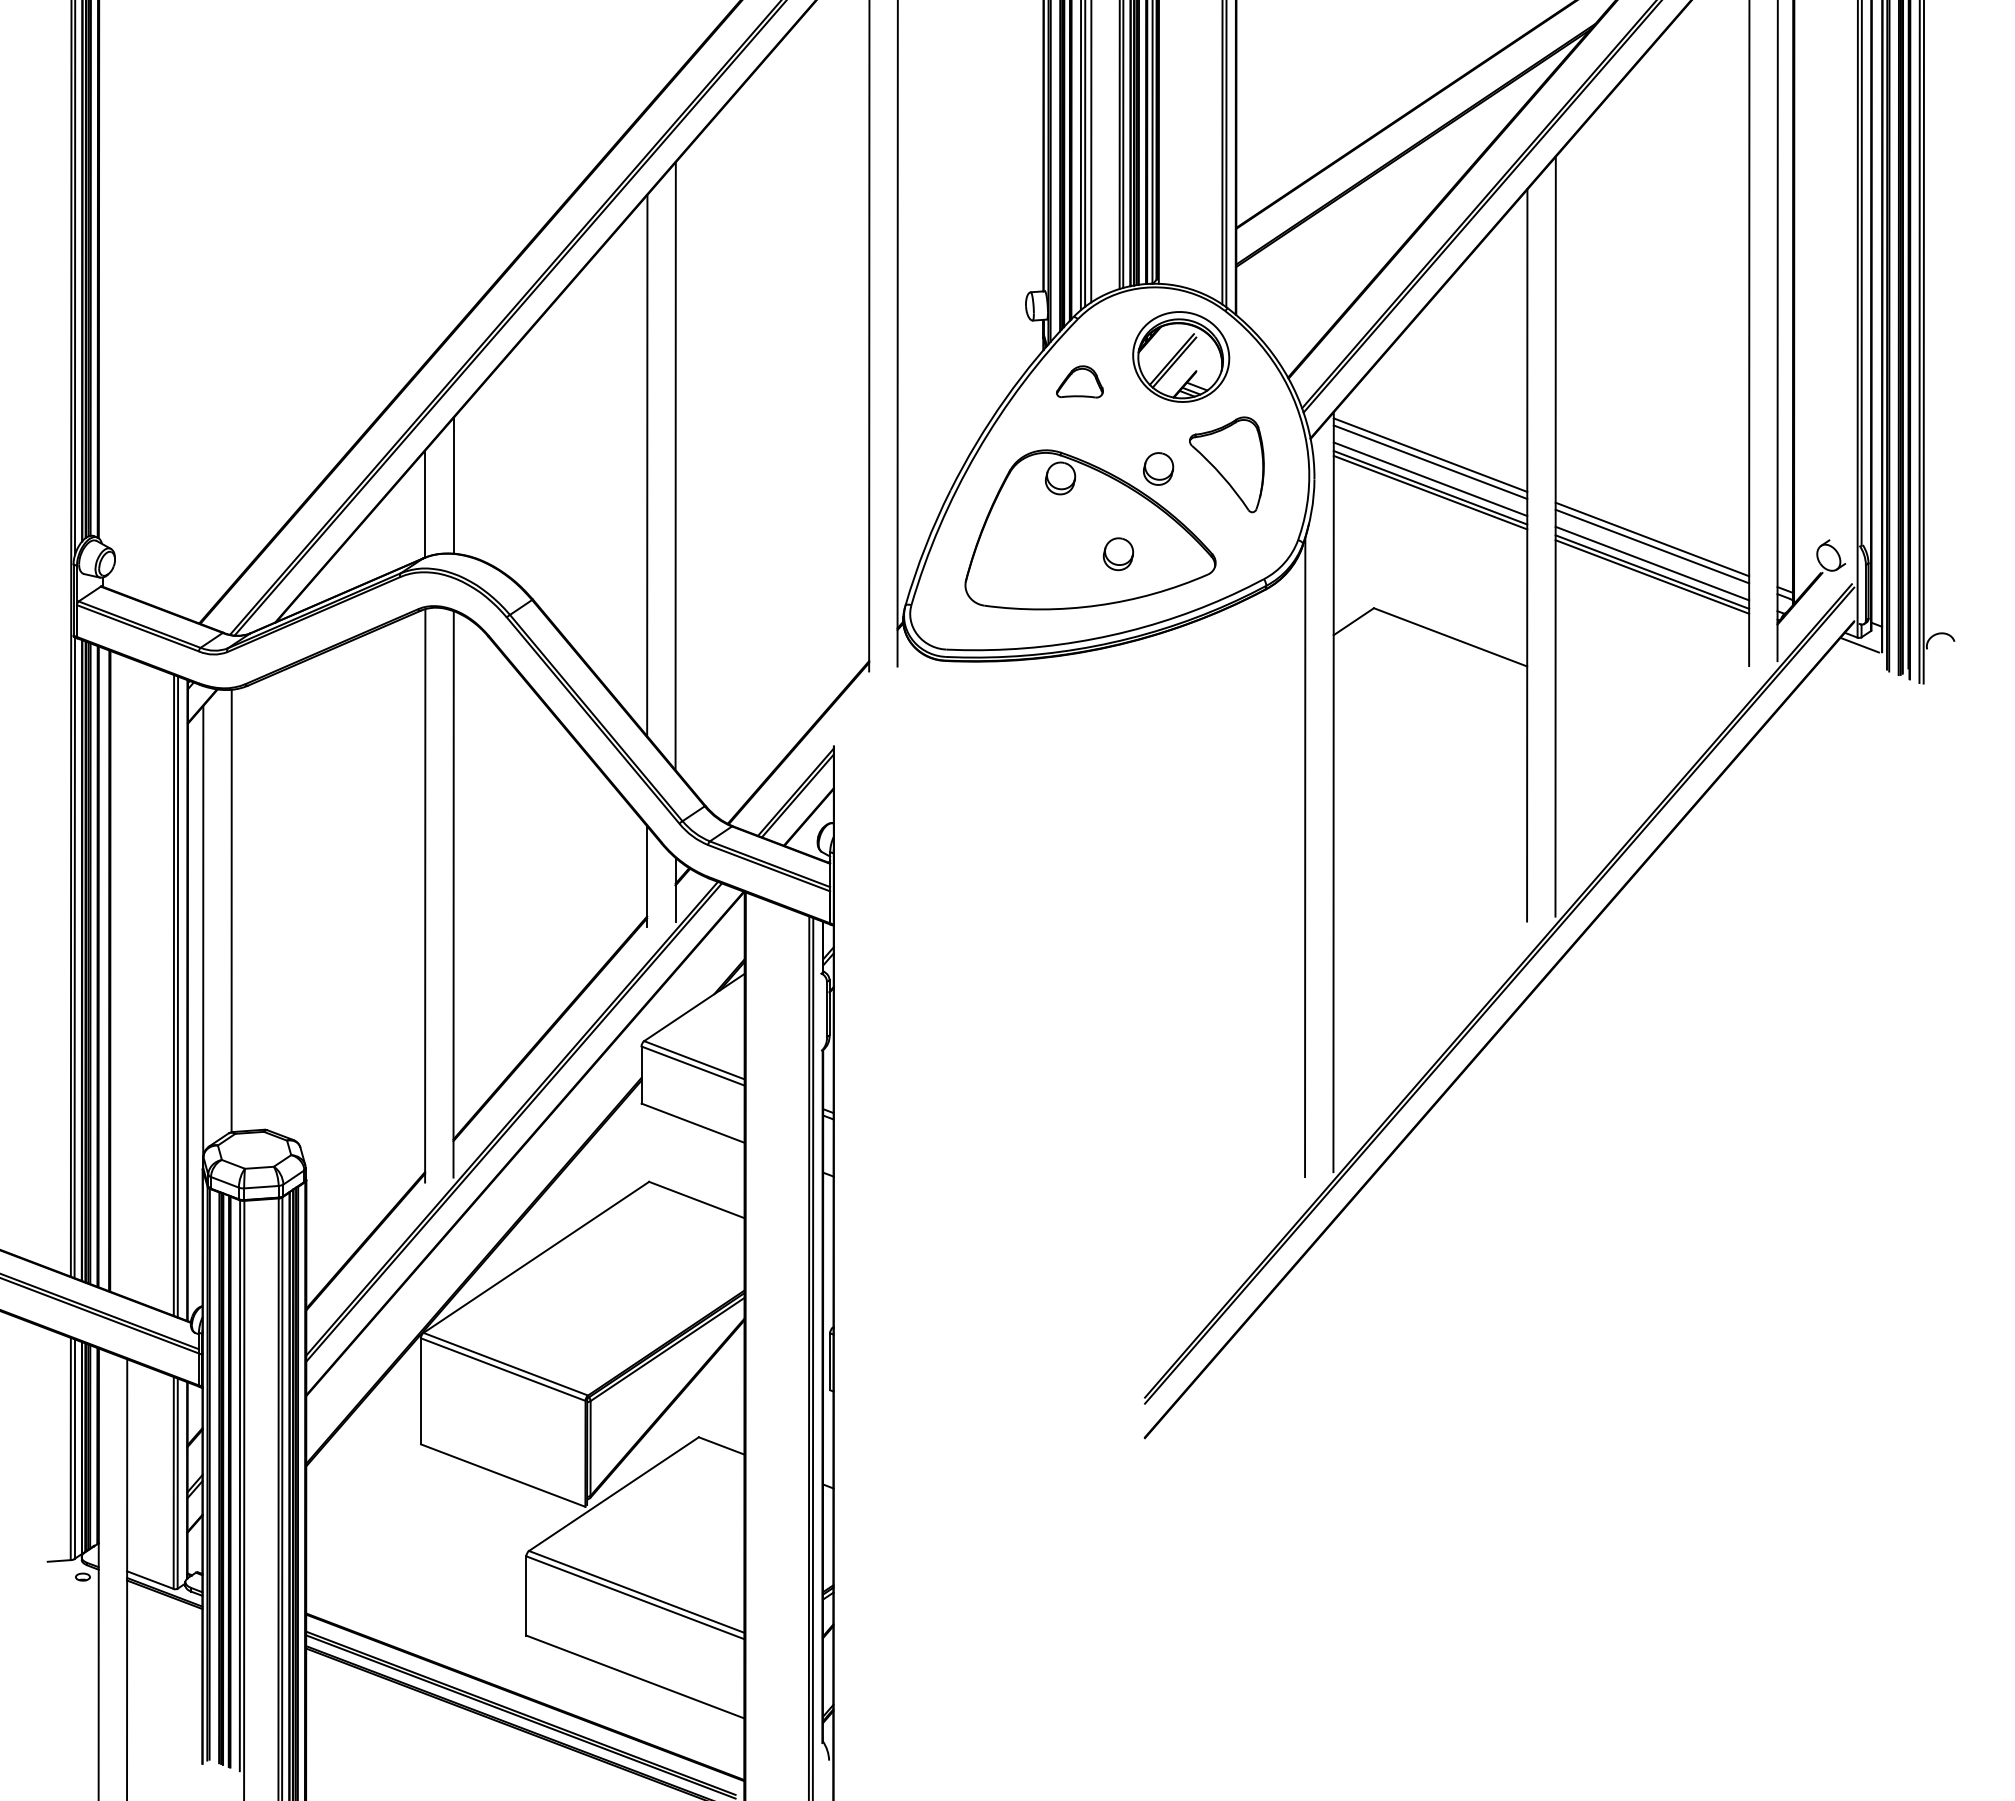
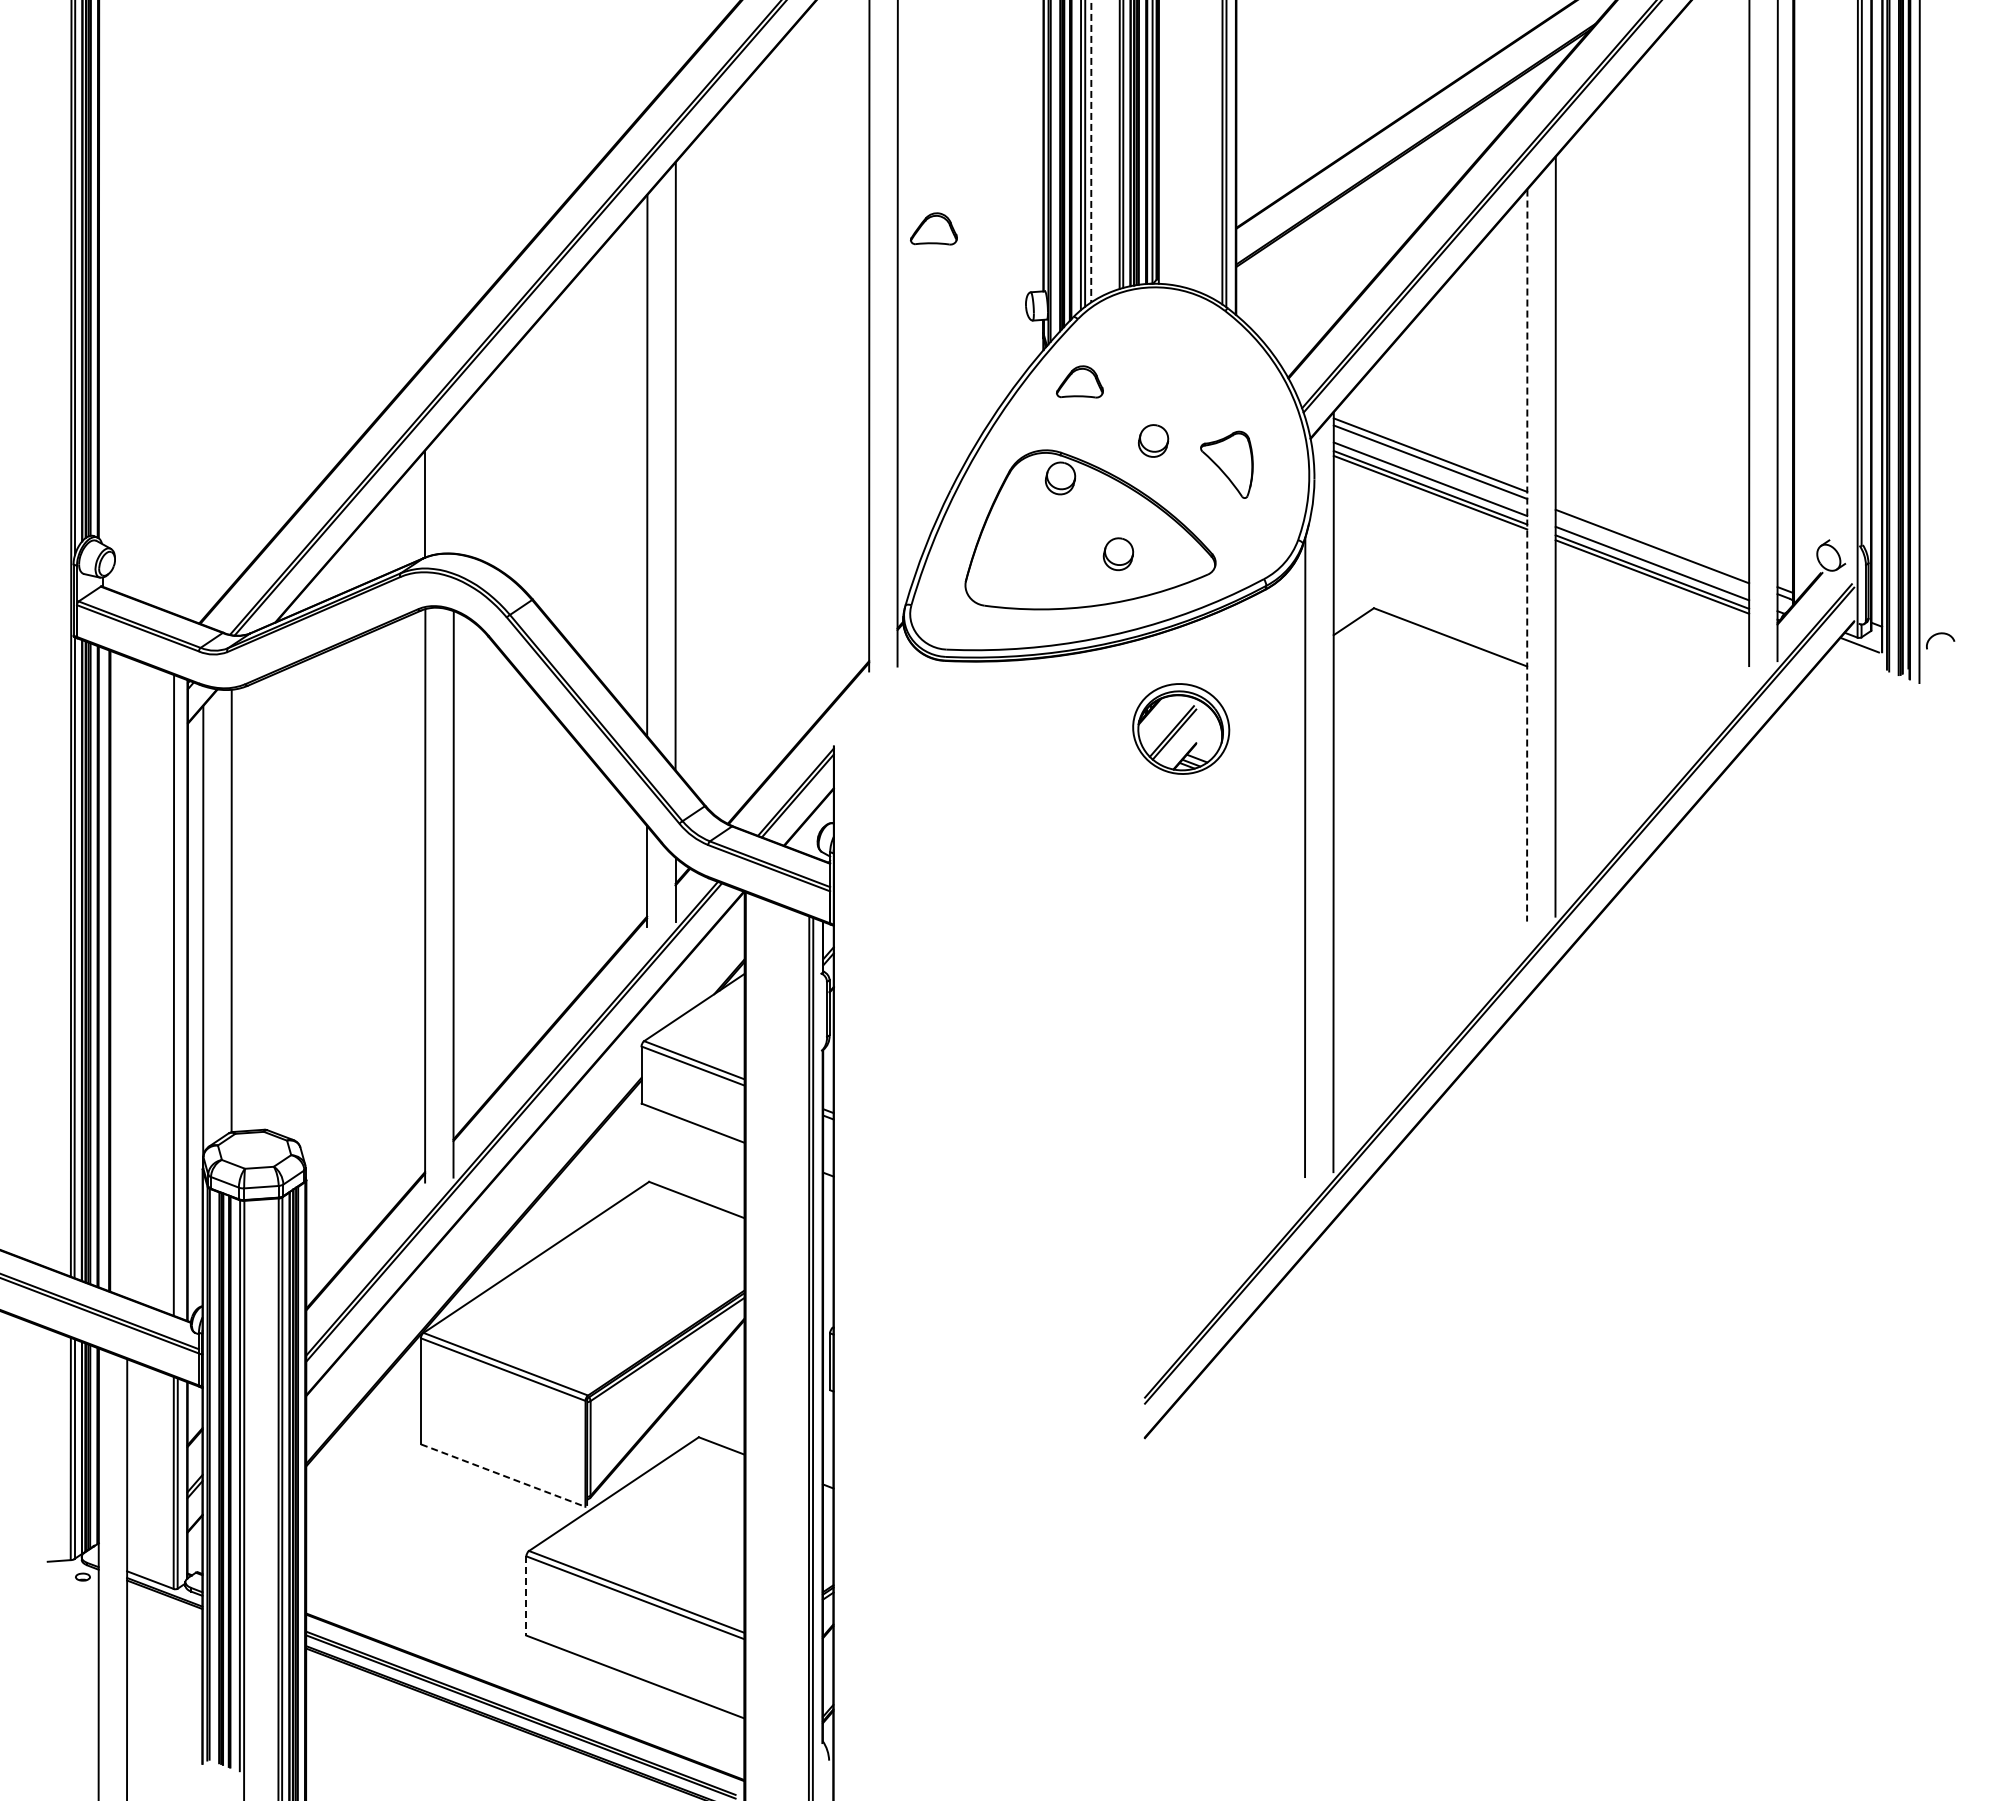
line at (1091, 151): solid -> dashed
part at (933, 228): none -> present
line at (1923, 342): present -> none
part at (1181, 356) position: (1181, 356) -> (1181, 728)
part at (1226, 464) size: 76x98 px -> 54x69 px
part at (1158, 468) position: (1158, 468) -> (1153, 440)
line at (453, 485): present -> none
line at (1652, 539): present -> none
line at (1527, 556): solid -> dashed
line at (177, 996): present -> none
line at (503, 1475): solid -> dashed
line at (526, 1596): solid -> dashed
